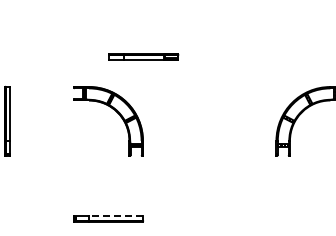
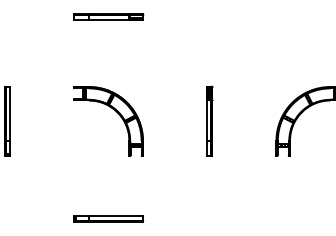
part at (143, 56) position: (143, 56) -> (108, 16)
part at (209, 120): none -> present
line at (116, 216): dashed -> solid
